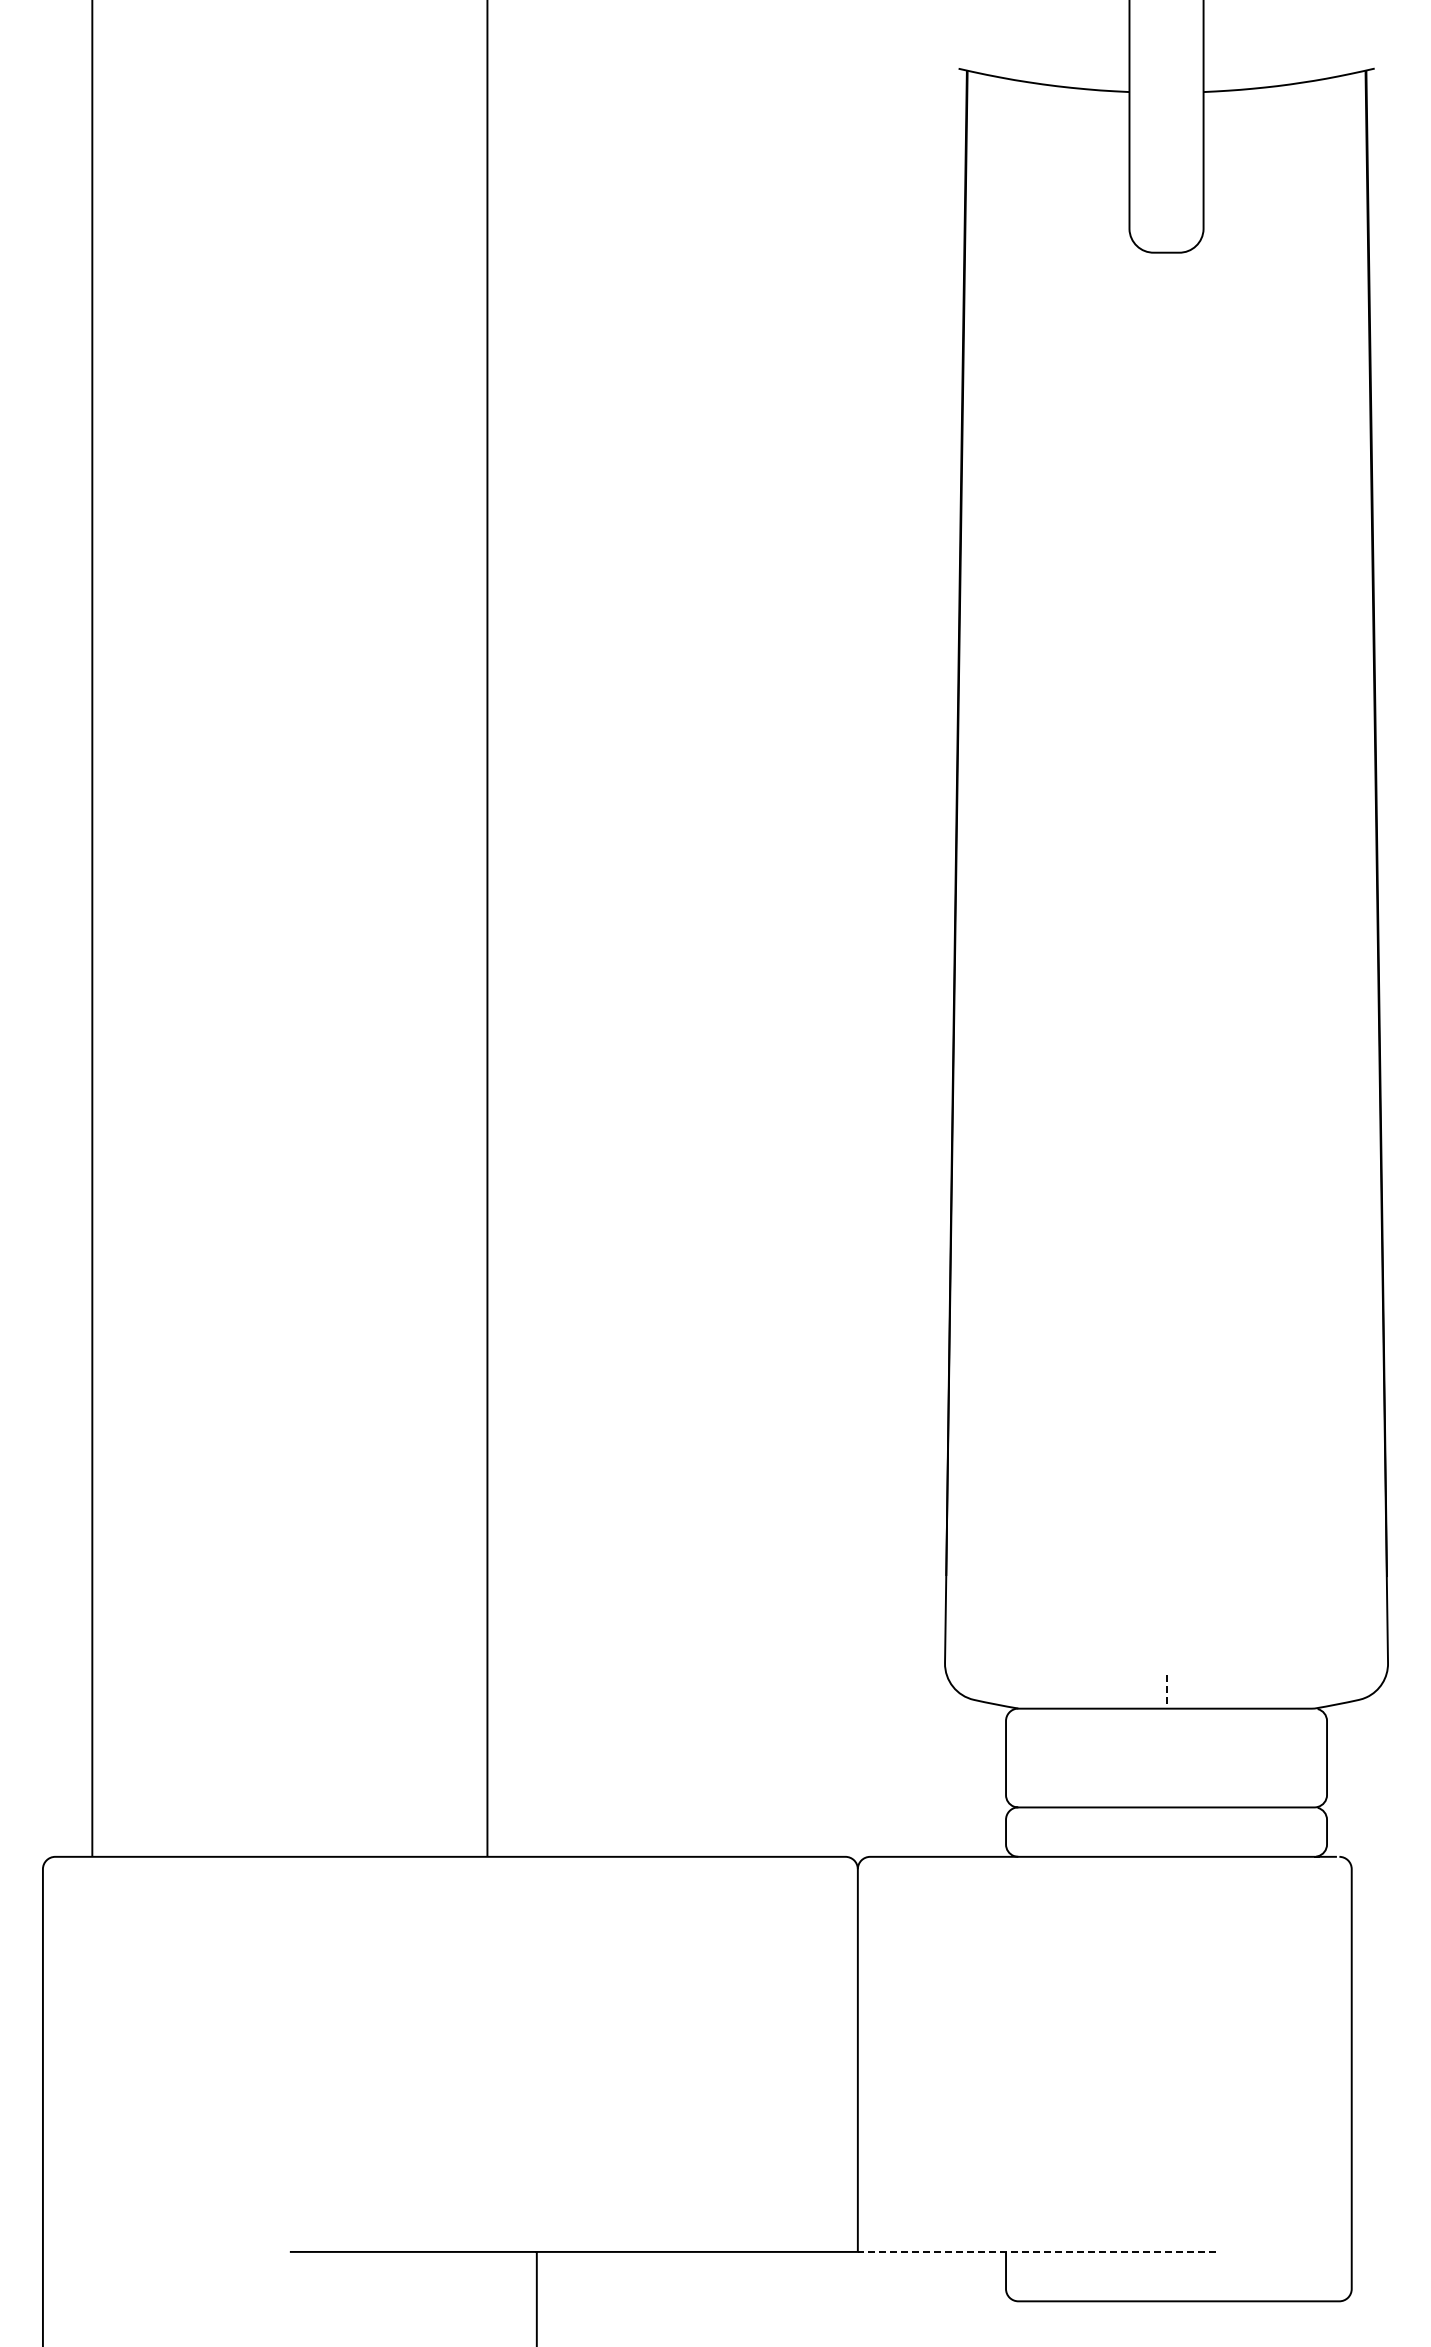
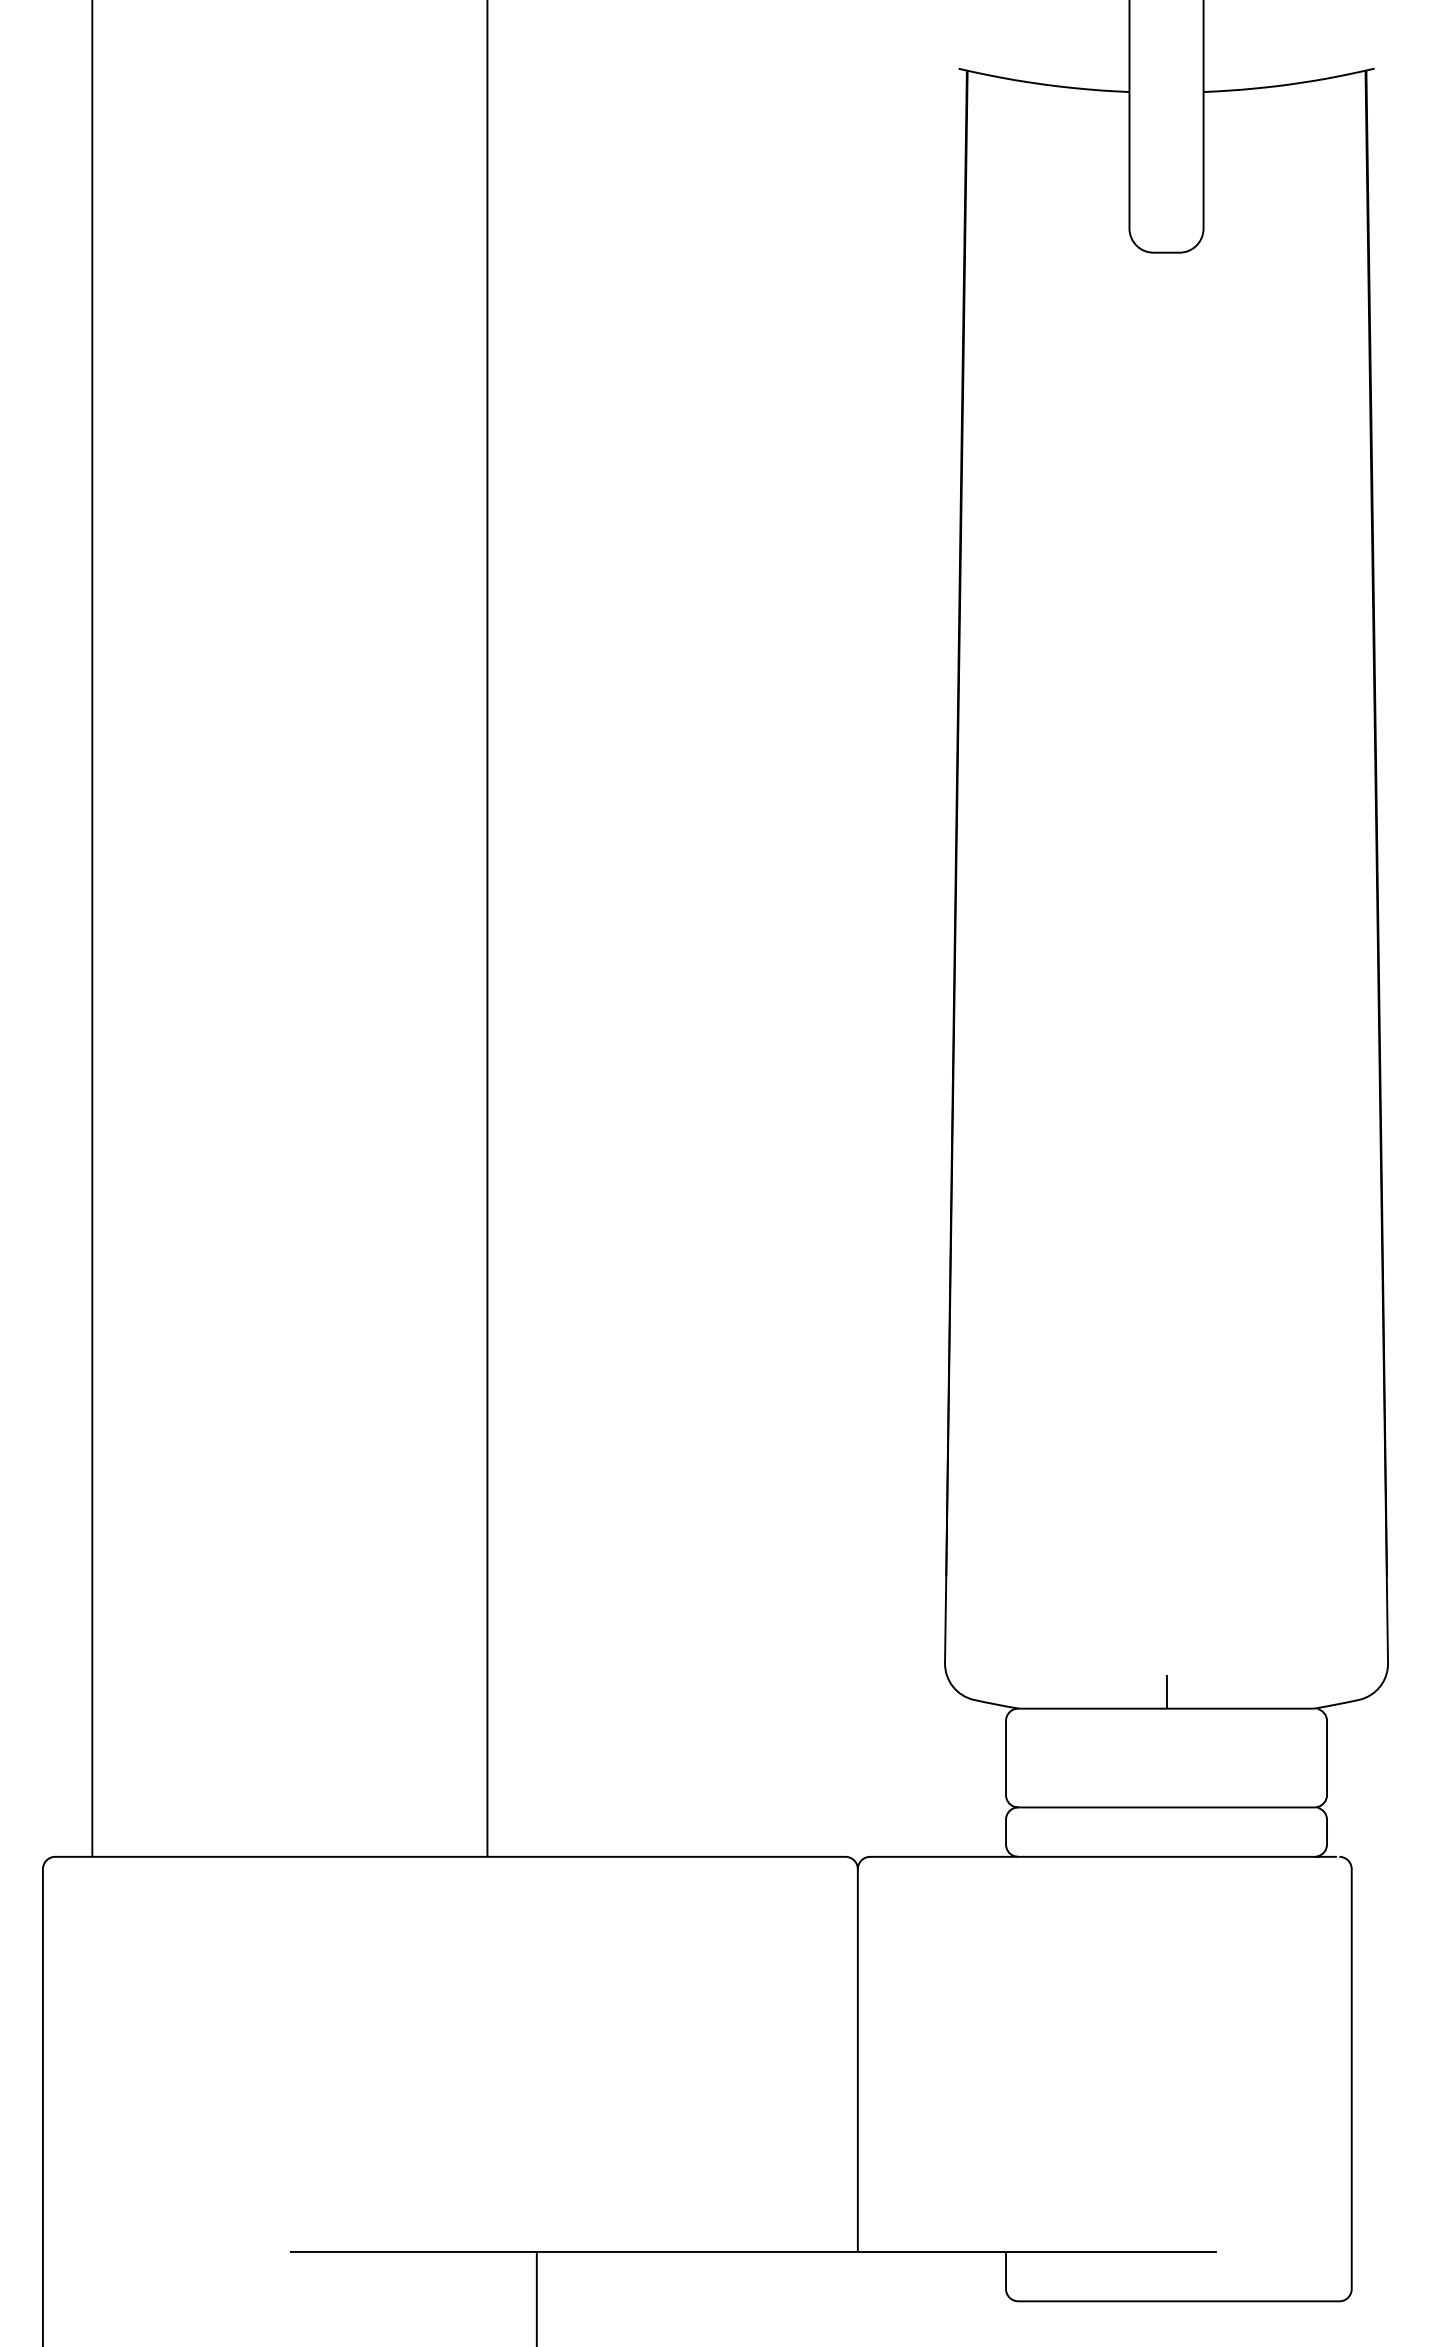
line at (1166, 1692): dashed -> solid
line at (1036, 2251): dashed -> solid
